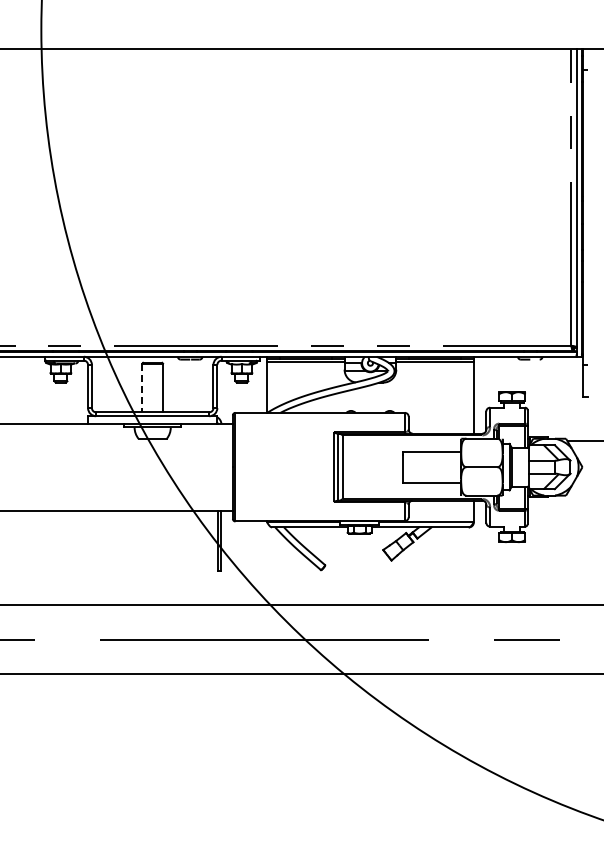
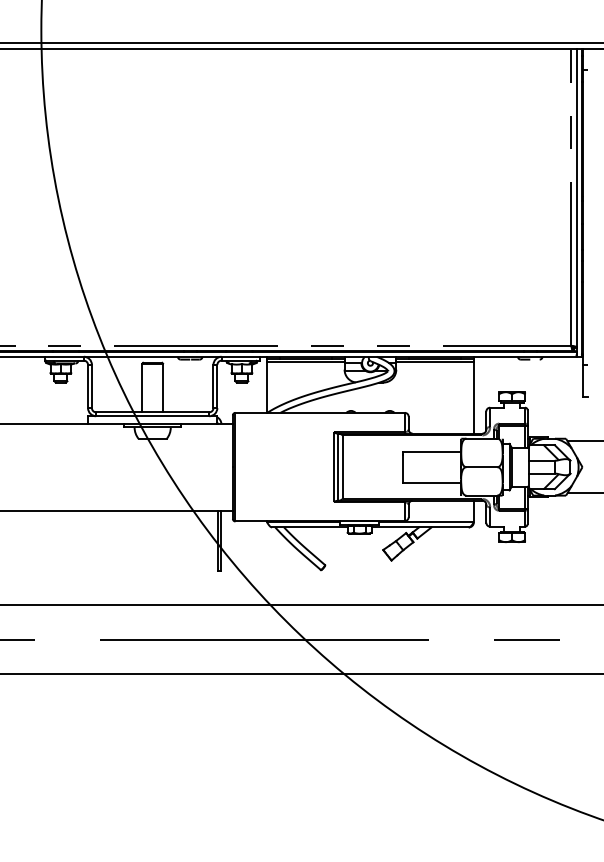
line at (301, 43): none -> present
line at (142, 388): dashed -> solid
line at (583, 493): none -> present
